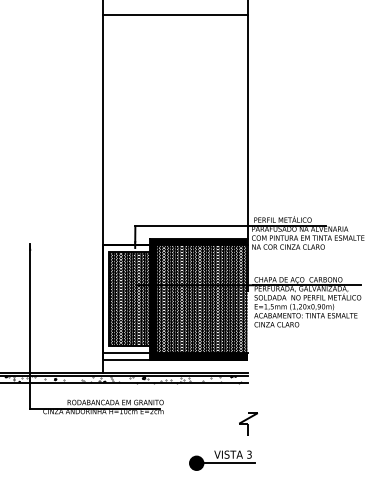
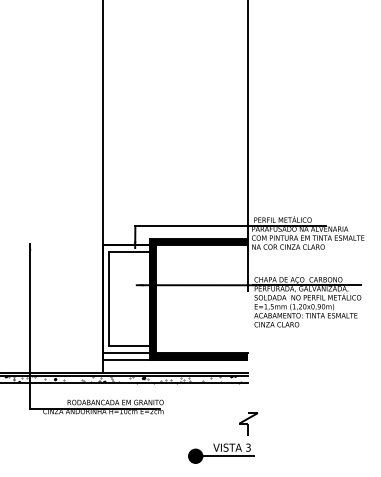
line at (174, 14): present -> none
hatch at (129, 299): present -> none
hatch at (201, 299): present -> none
part at (222, 460) position: (222, 460) -> (221, 453)
